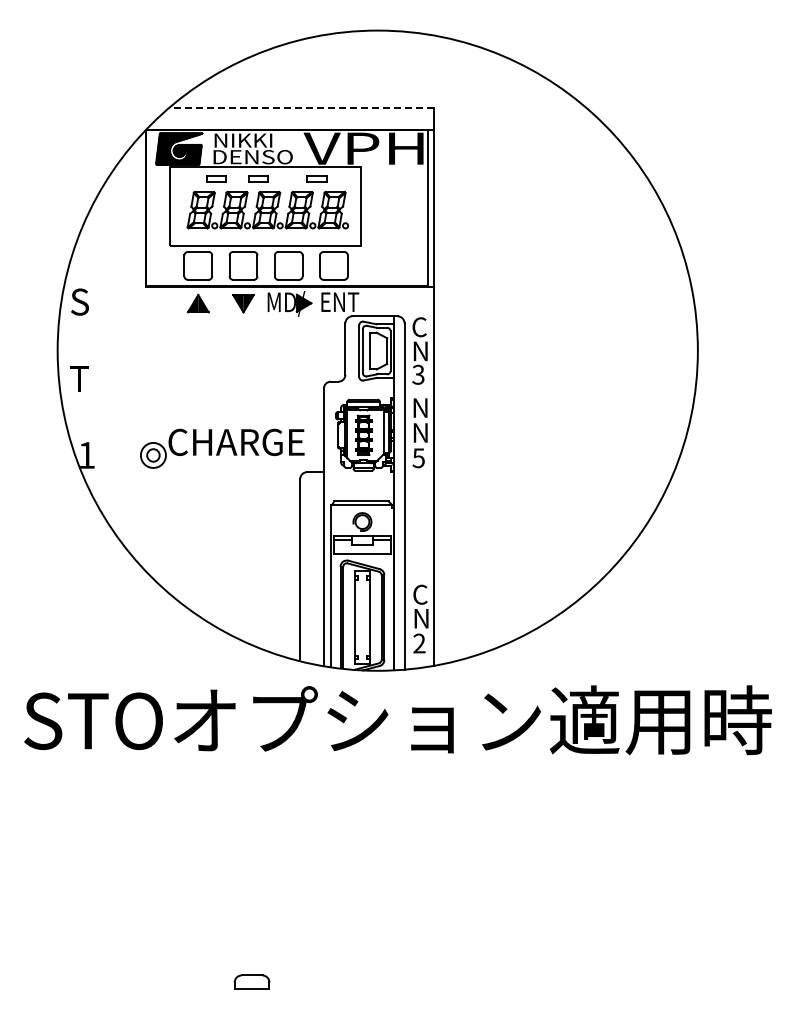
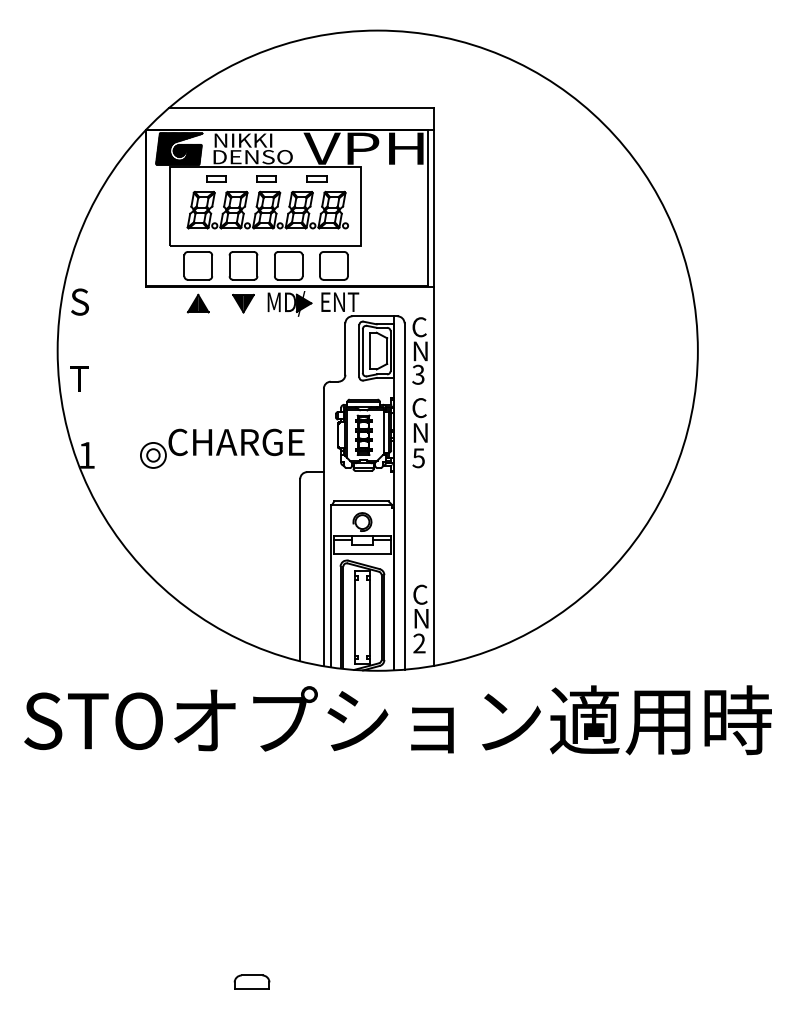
line at (301, 107): dashed -> solid
part at (258, 178) position: (258, 178) -> (266, 178)
text at (419, 408): N -> C
